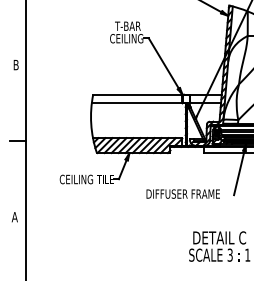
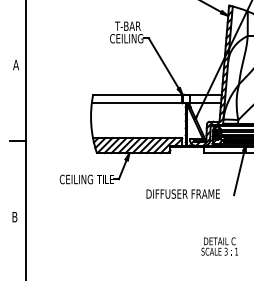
text at (16, 64): B -> A
text at (14, 217): A -> B
part at (219, 246) size: 62x31 px -> 37x19 px
